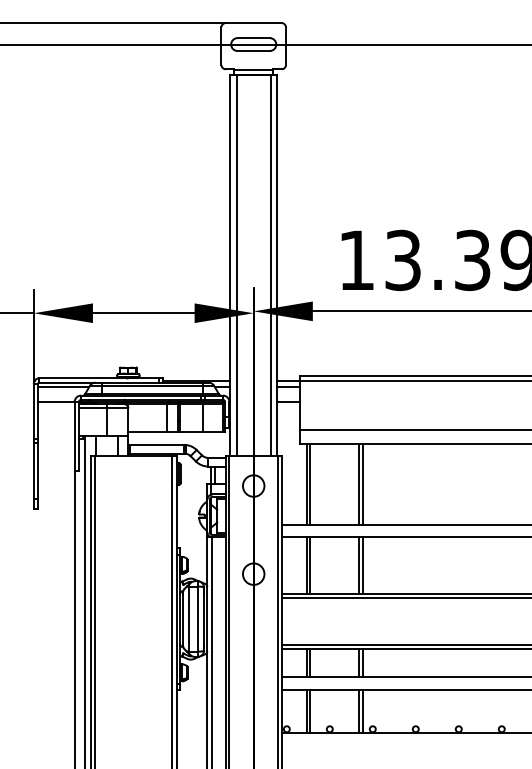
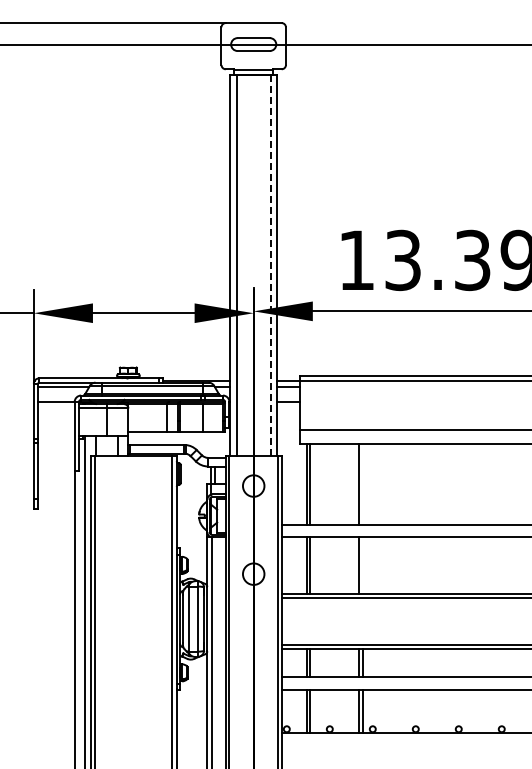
line at (270, 266): solid -> dashed
line at (362, 483): present -> none
line at (362, 565): present -> none
